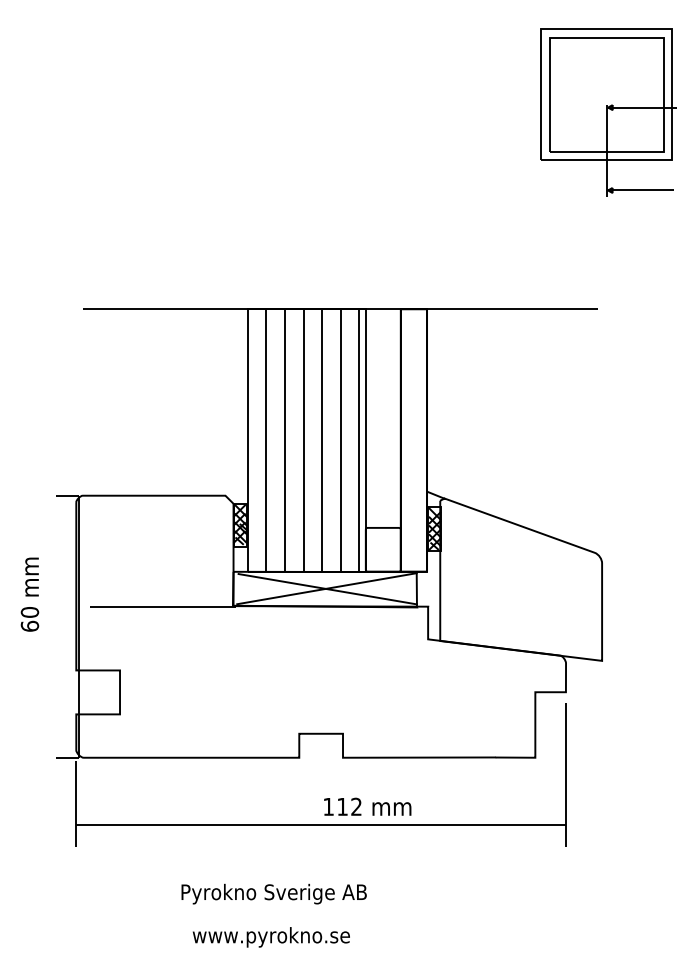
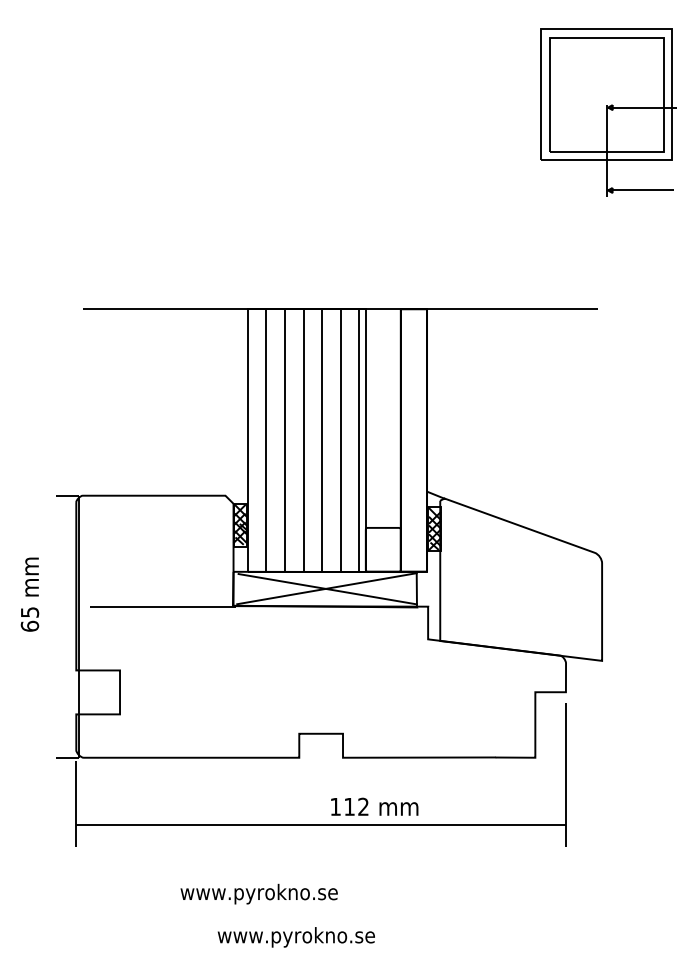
text at (29, 612): 60 -> 65
text at (367, 806) position: (367, 806) -> (374, 806)
text at (273, 893): Pyrokno Sverige AB -> www.pyrokno.se
text at (270, 937) position: (270, 937) -> (295, 937)
